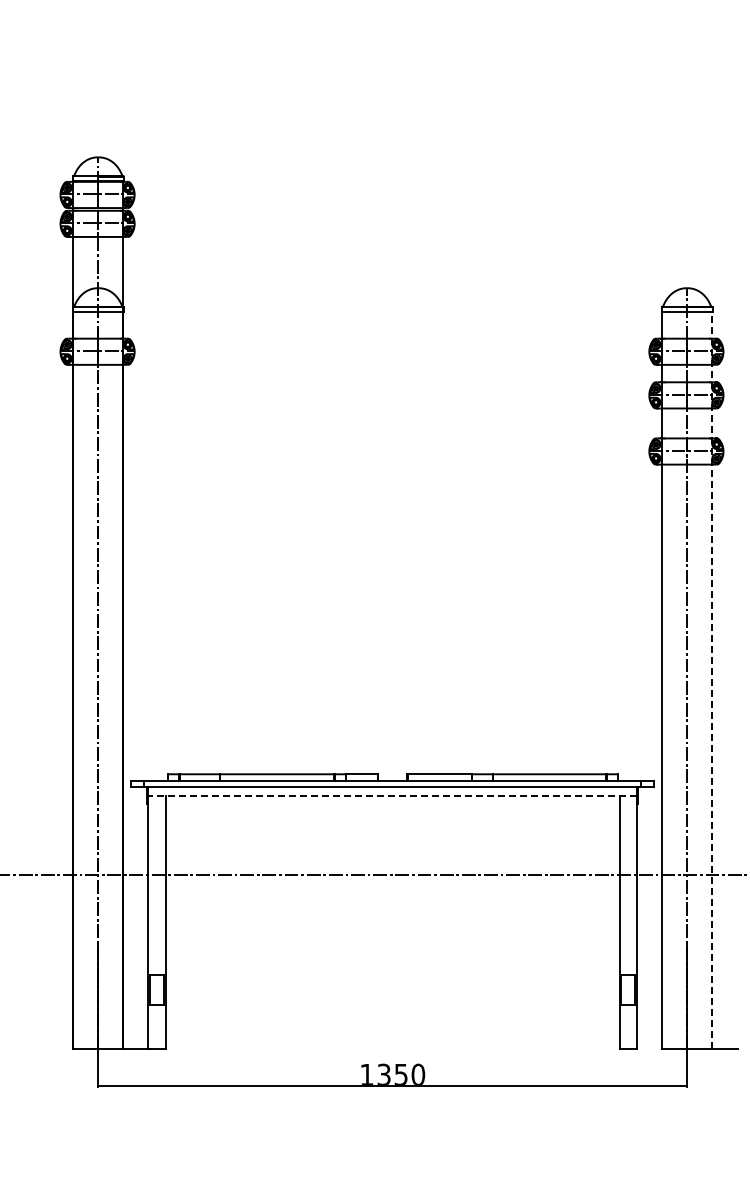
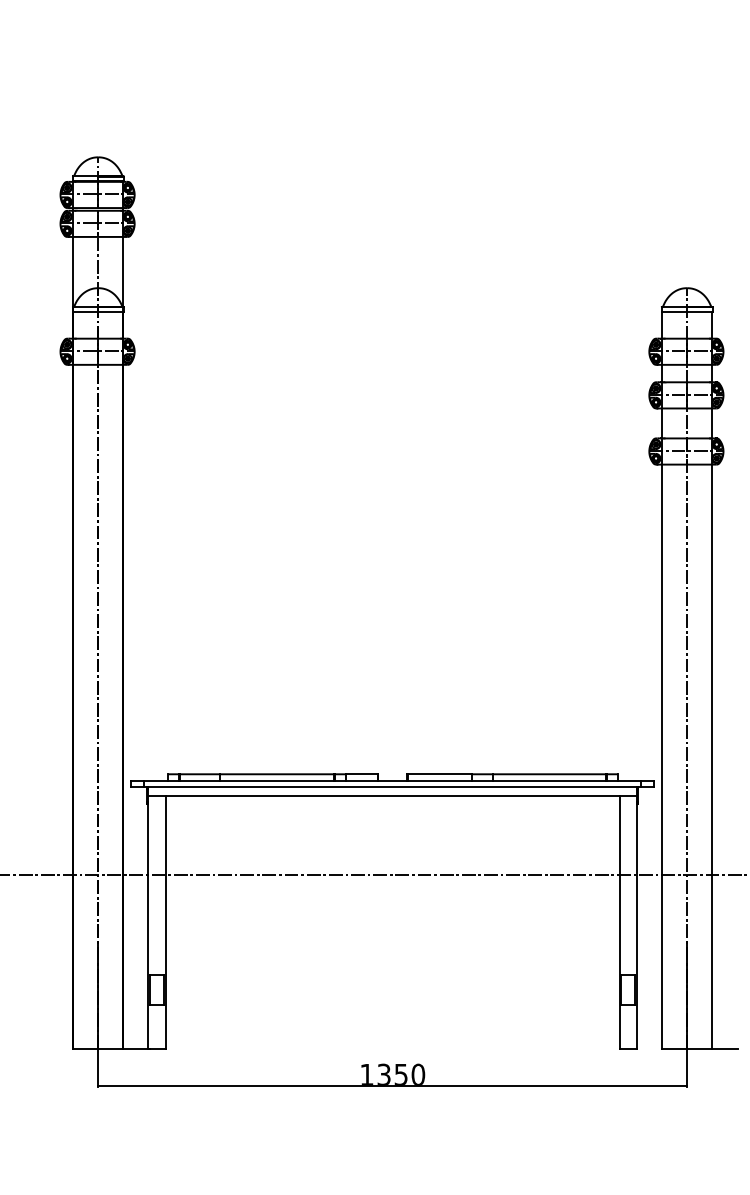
line at (712, 680): dashed -> solid
line at (392, 796): dashed -> solid
